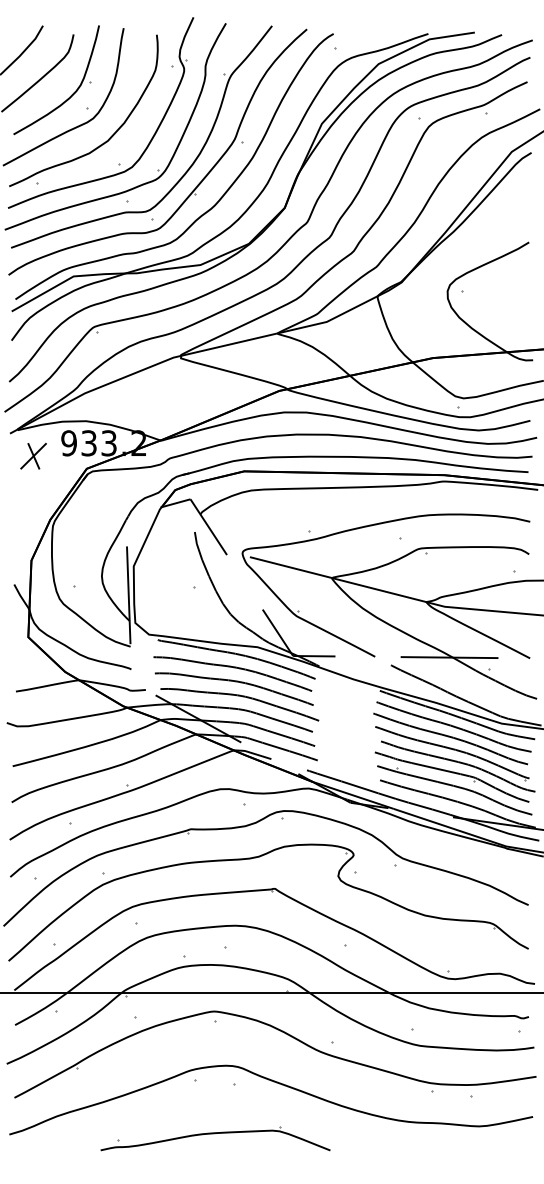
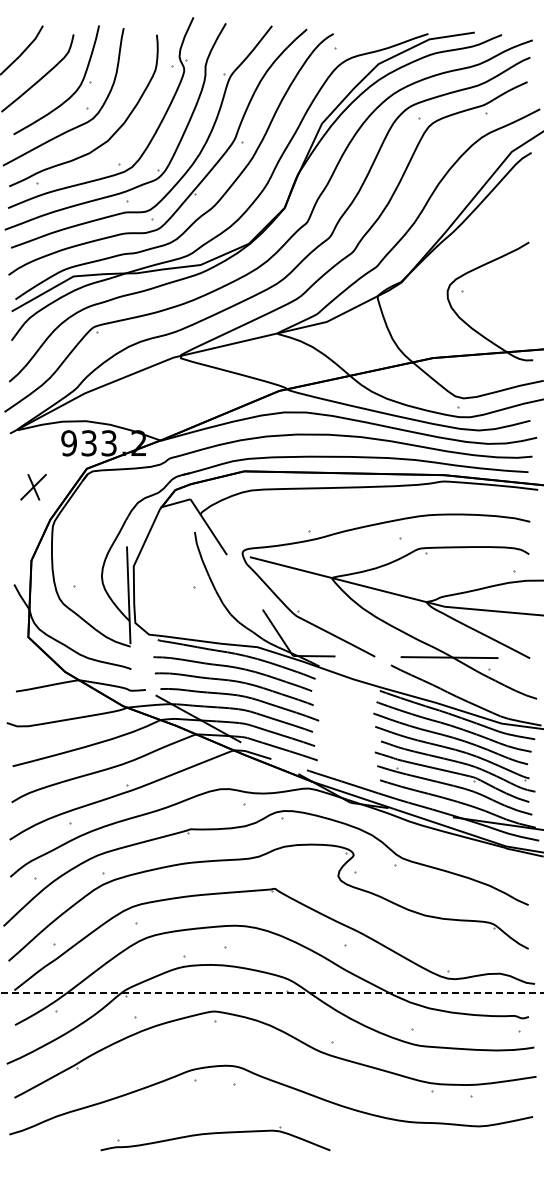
part at (33, 456) position: (33, 456) -> (33, 487)
line at (272, 993): solid -> dashed
